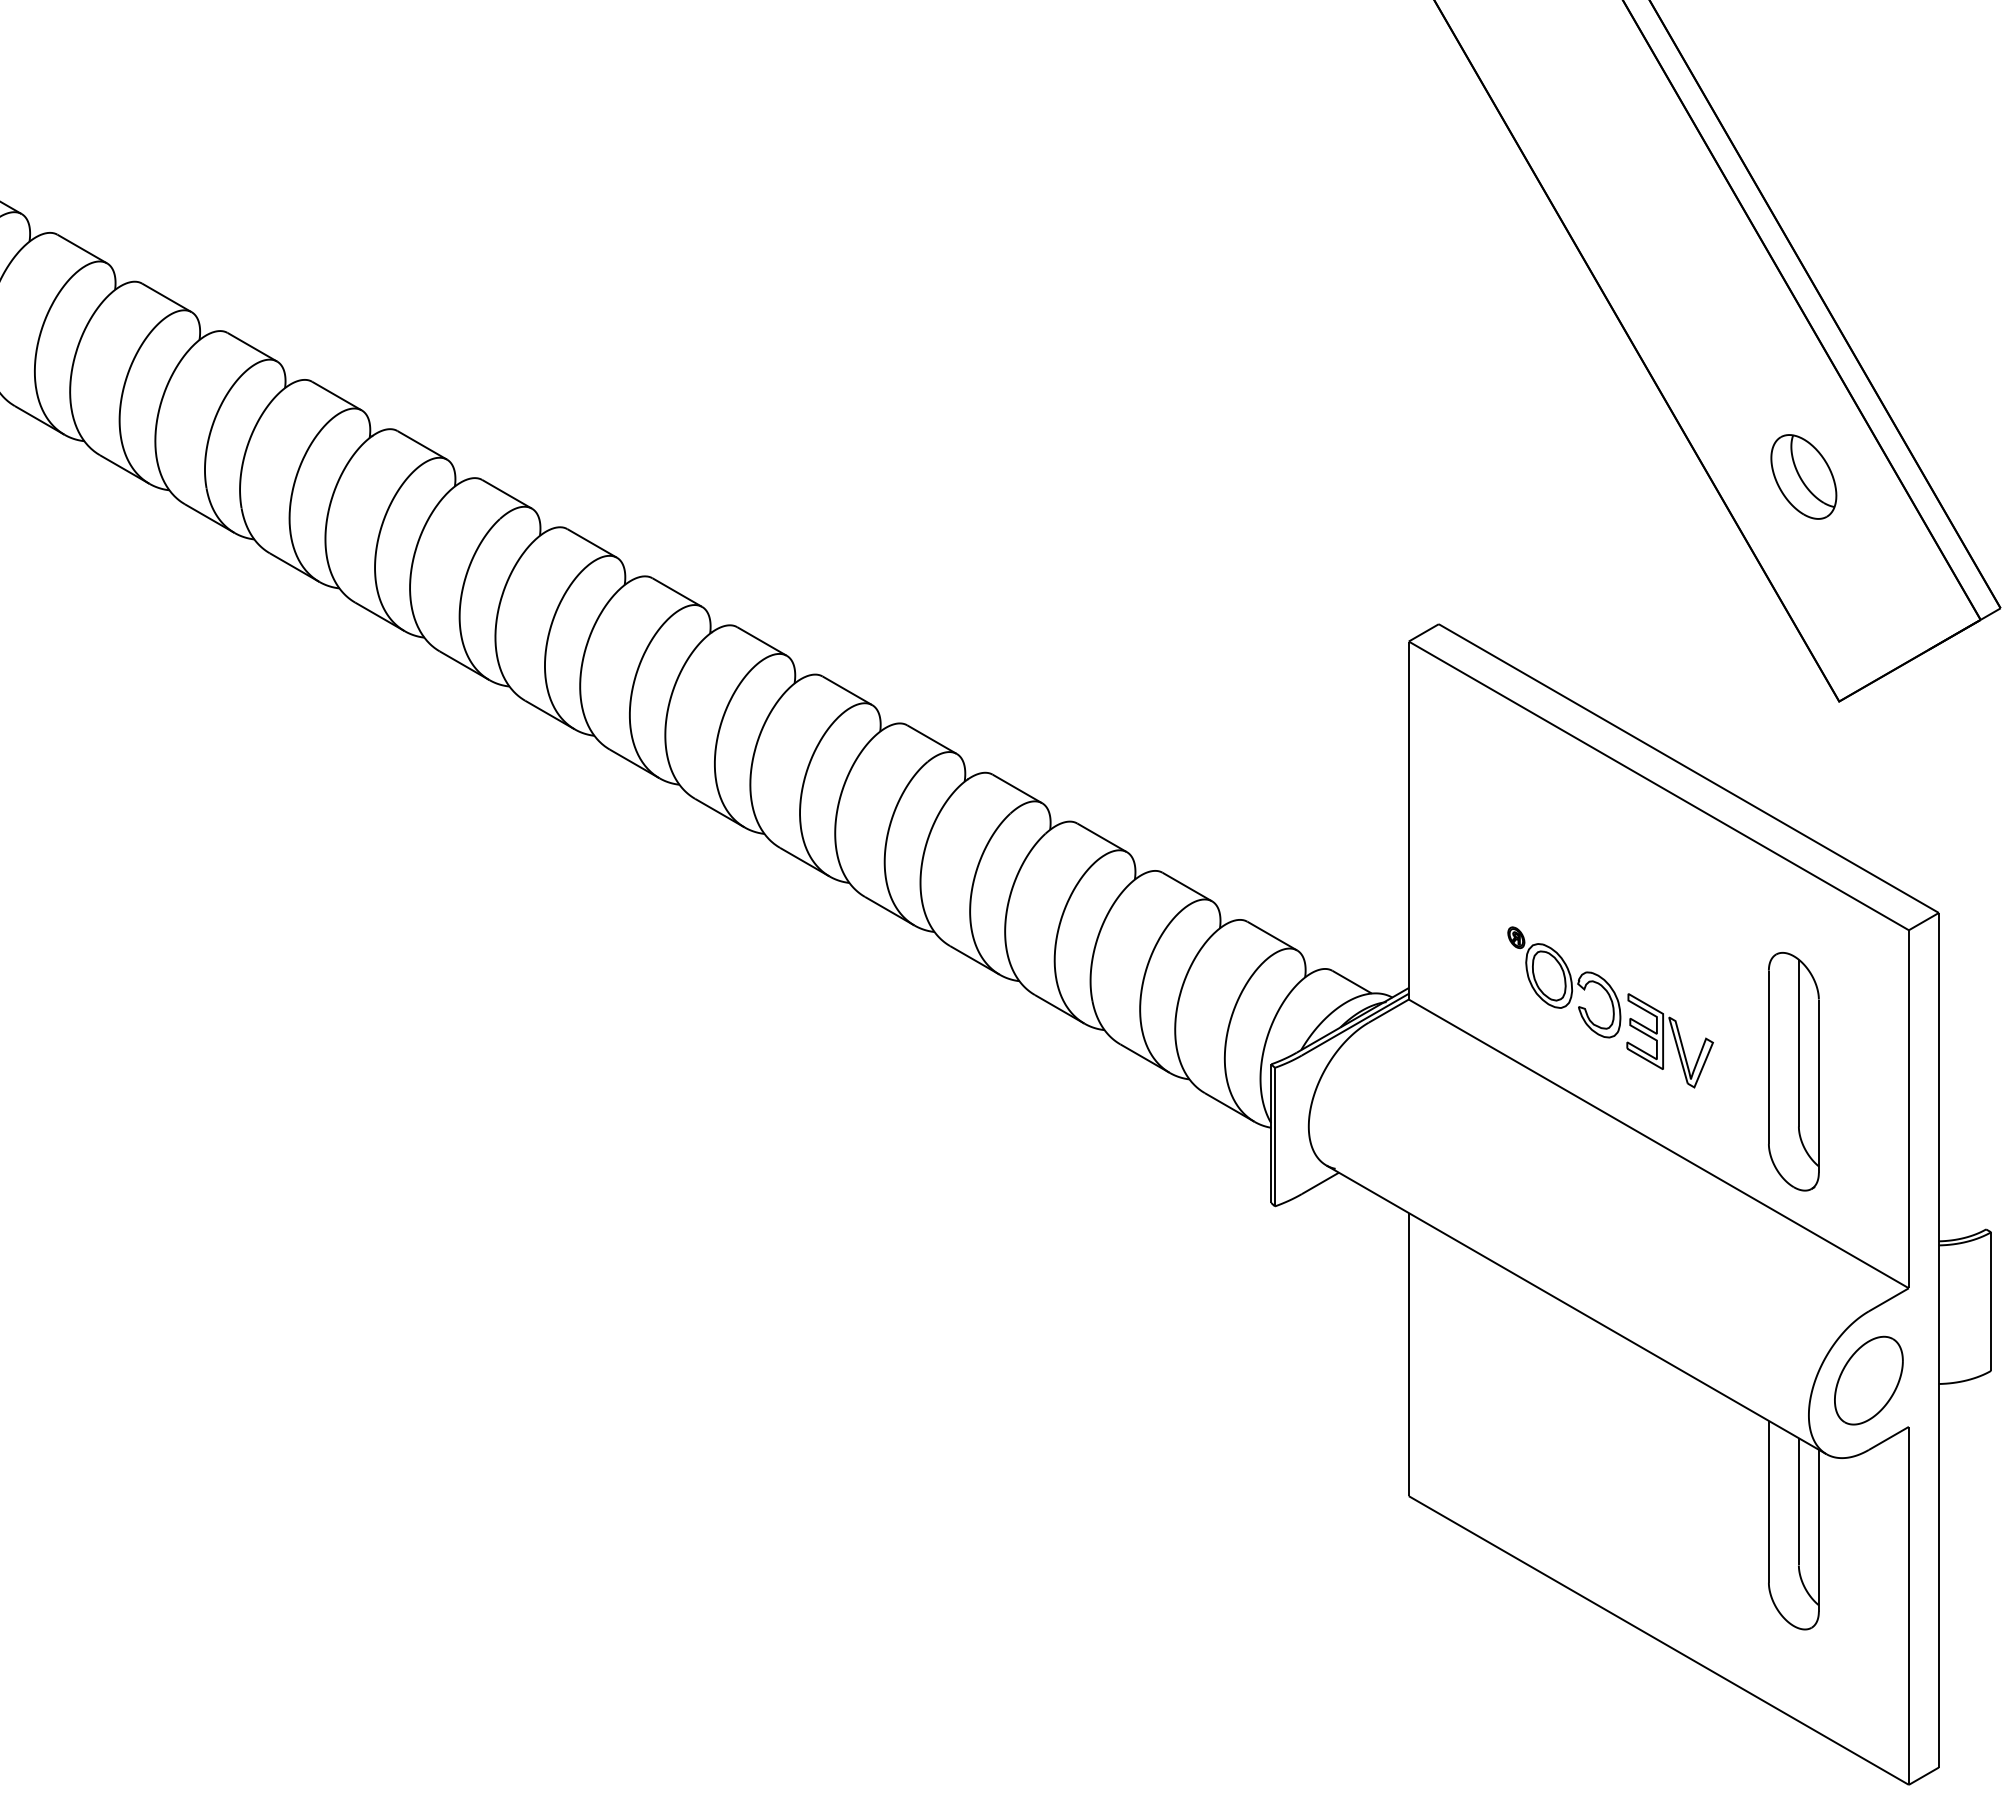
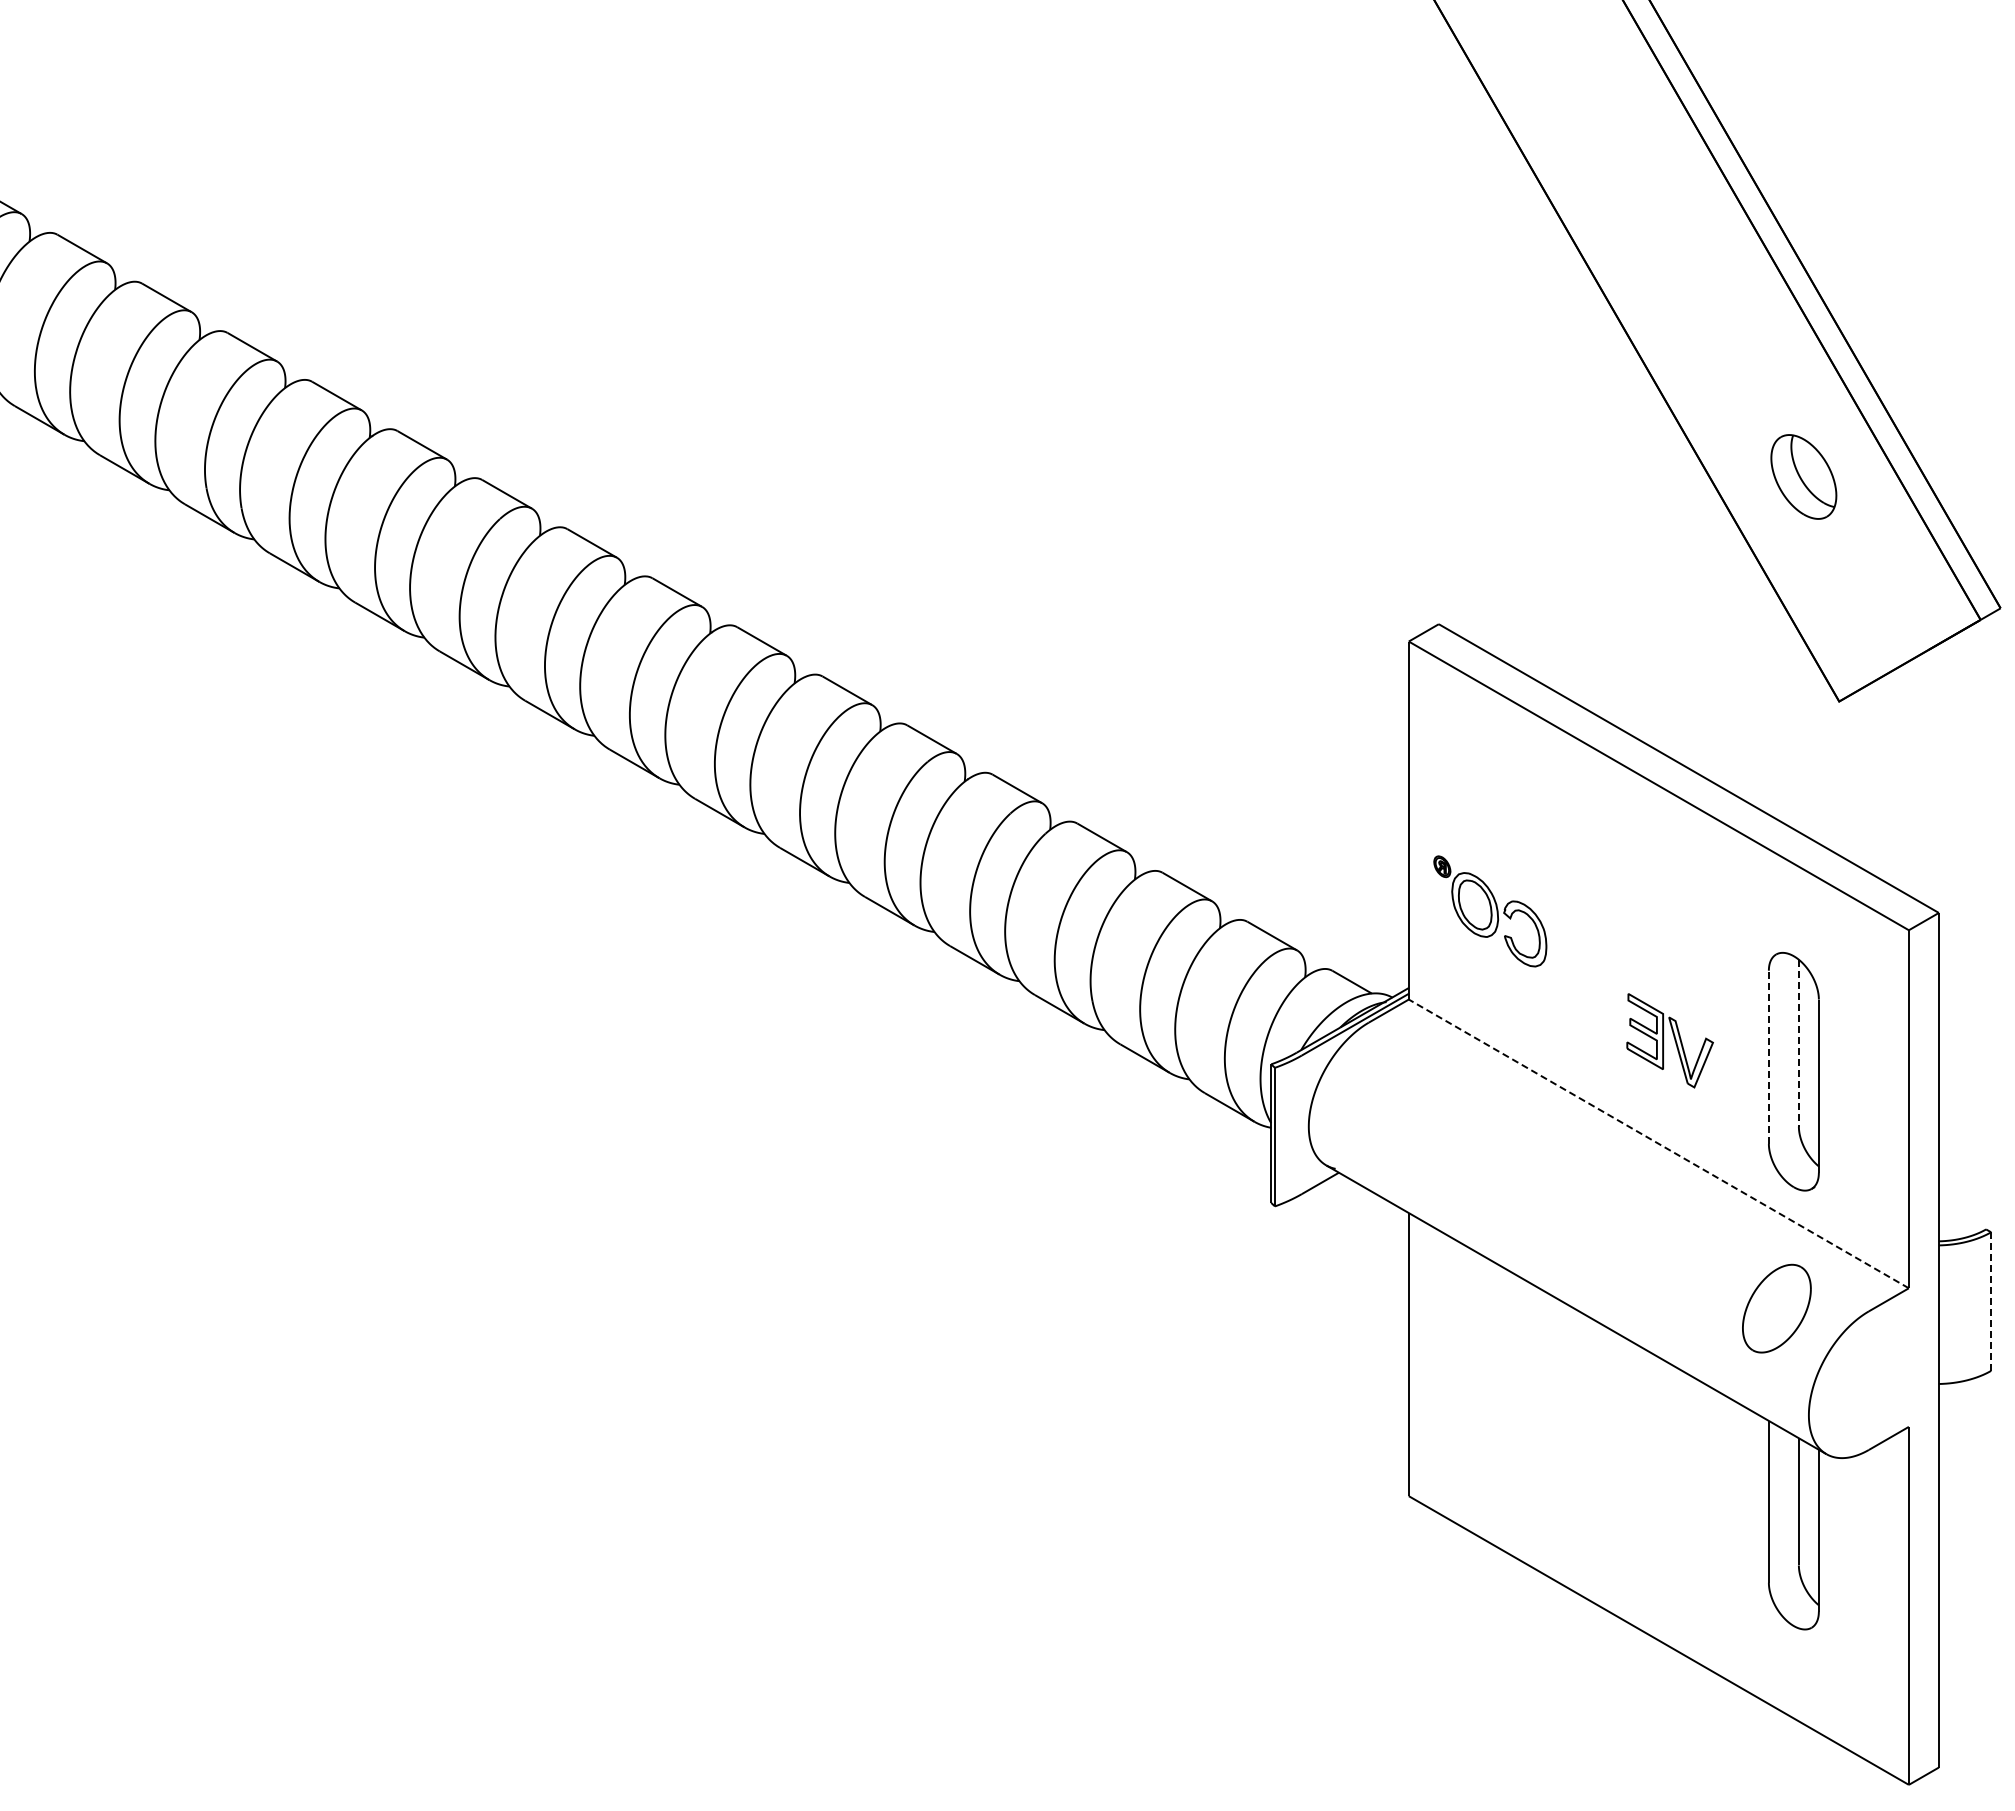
part at (1564, 982) position: (1564, 982) -> (1490, 911)
line at (1798, 1043): solid -> dashed
line at (1768, 1057): solid -> dashed
line at (1658, 1143): solid -> dashed
line at (1991, 1301): solid -> dashed
part at (1868, 1380) position: (1868, 1380) -> (1776, 1308)
